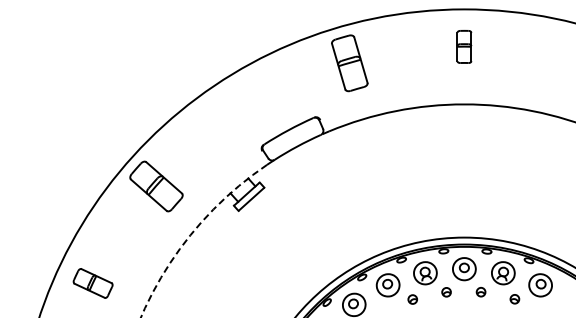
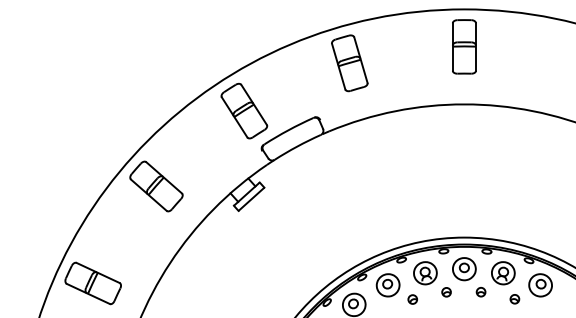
part at (464, 46) size: 17x34 px -> 25x56 px
part at (244, 110): none -> present
arc at (192, 232): dashed -> solid
part at (92, 283) size: 42x31 px -> 58x45 px
